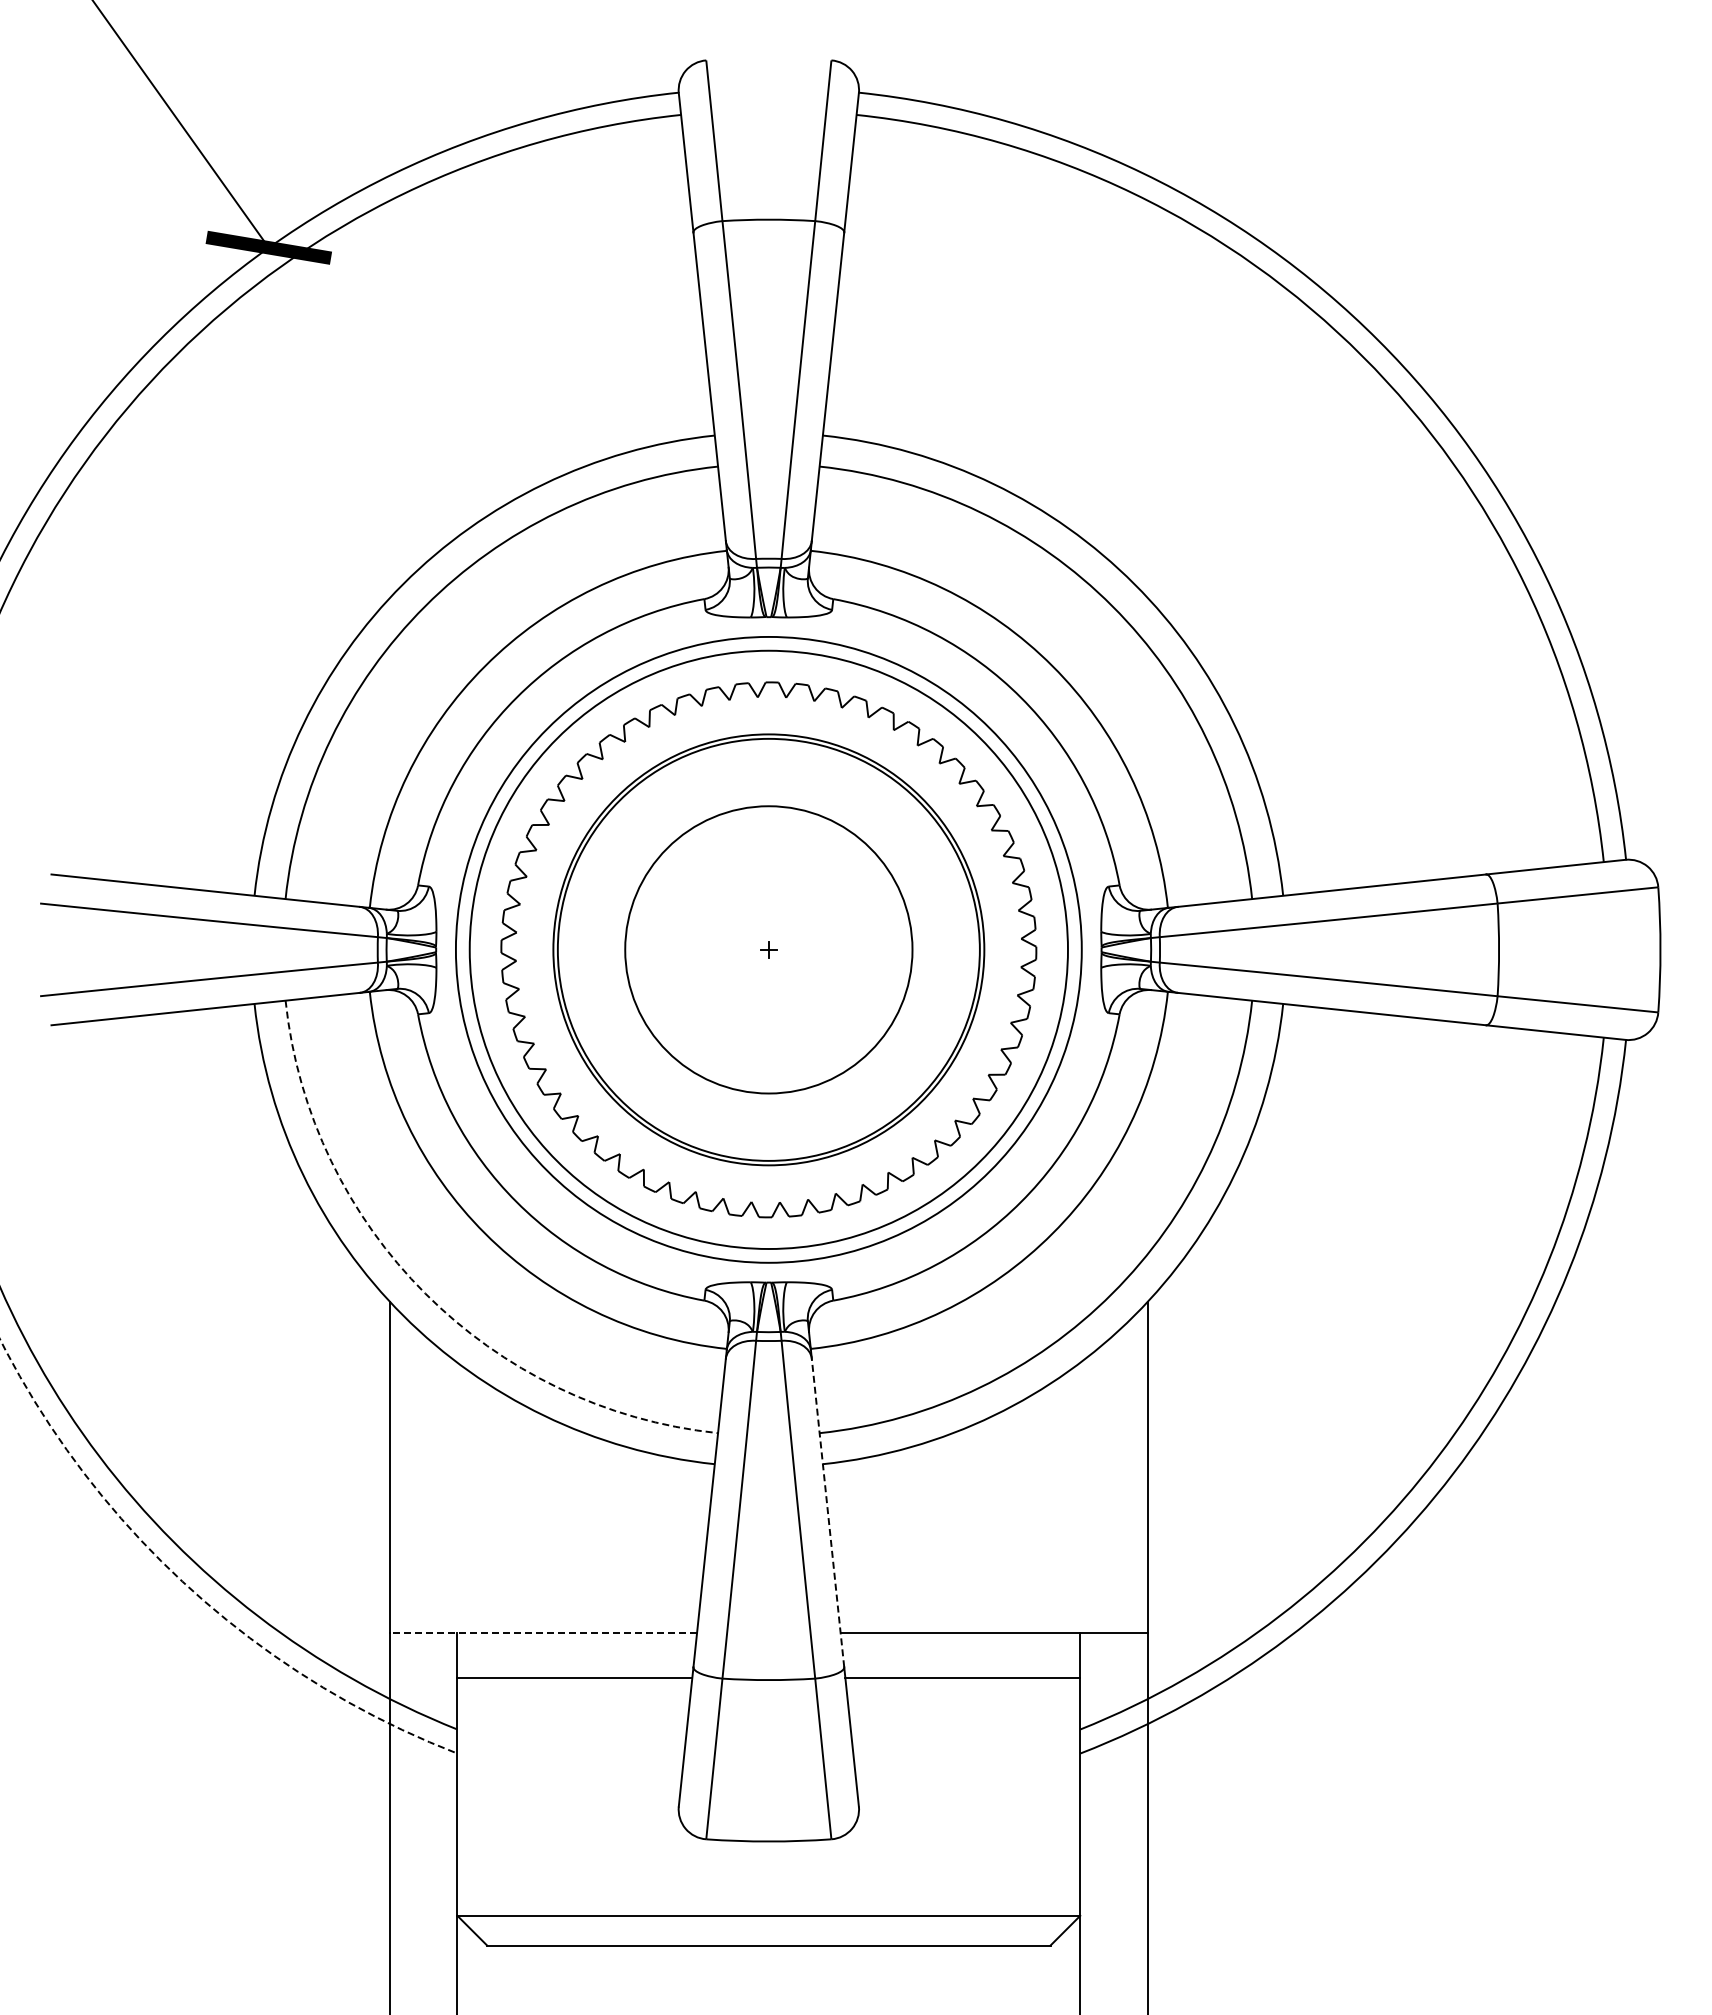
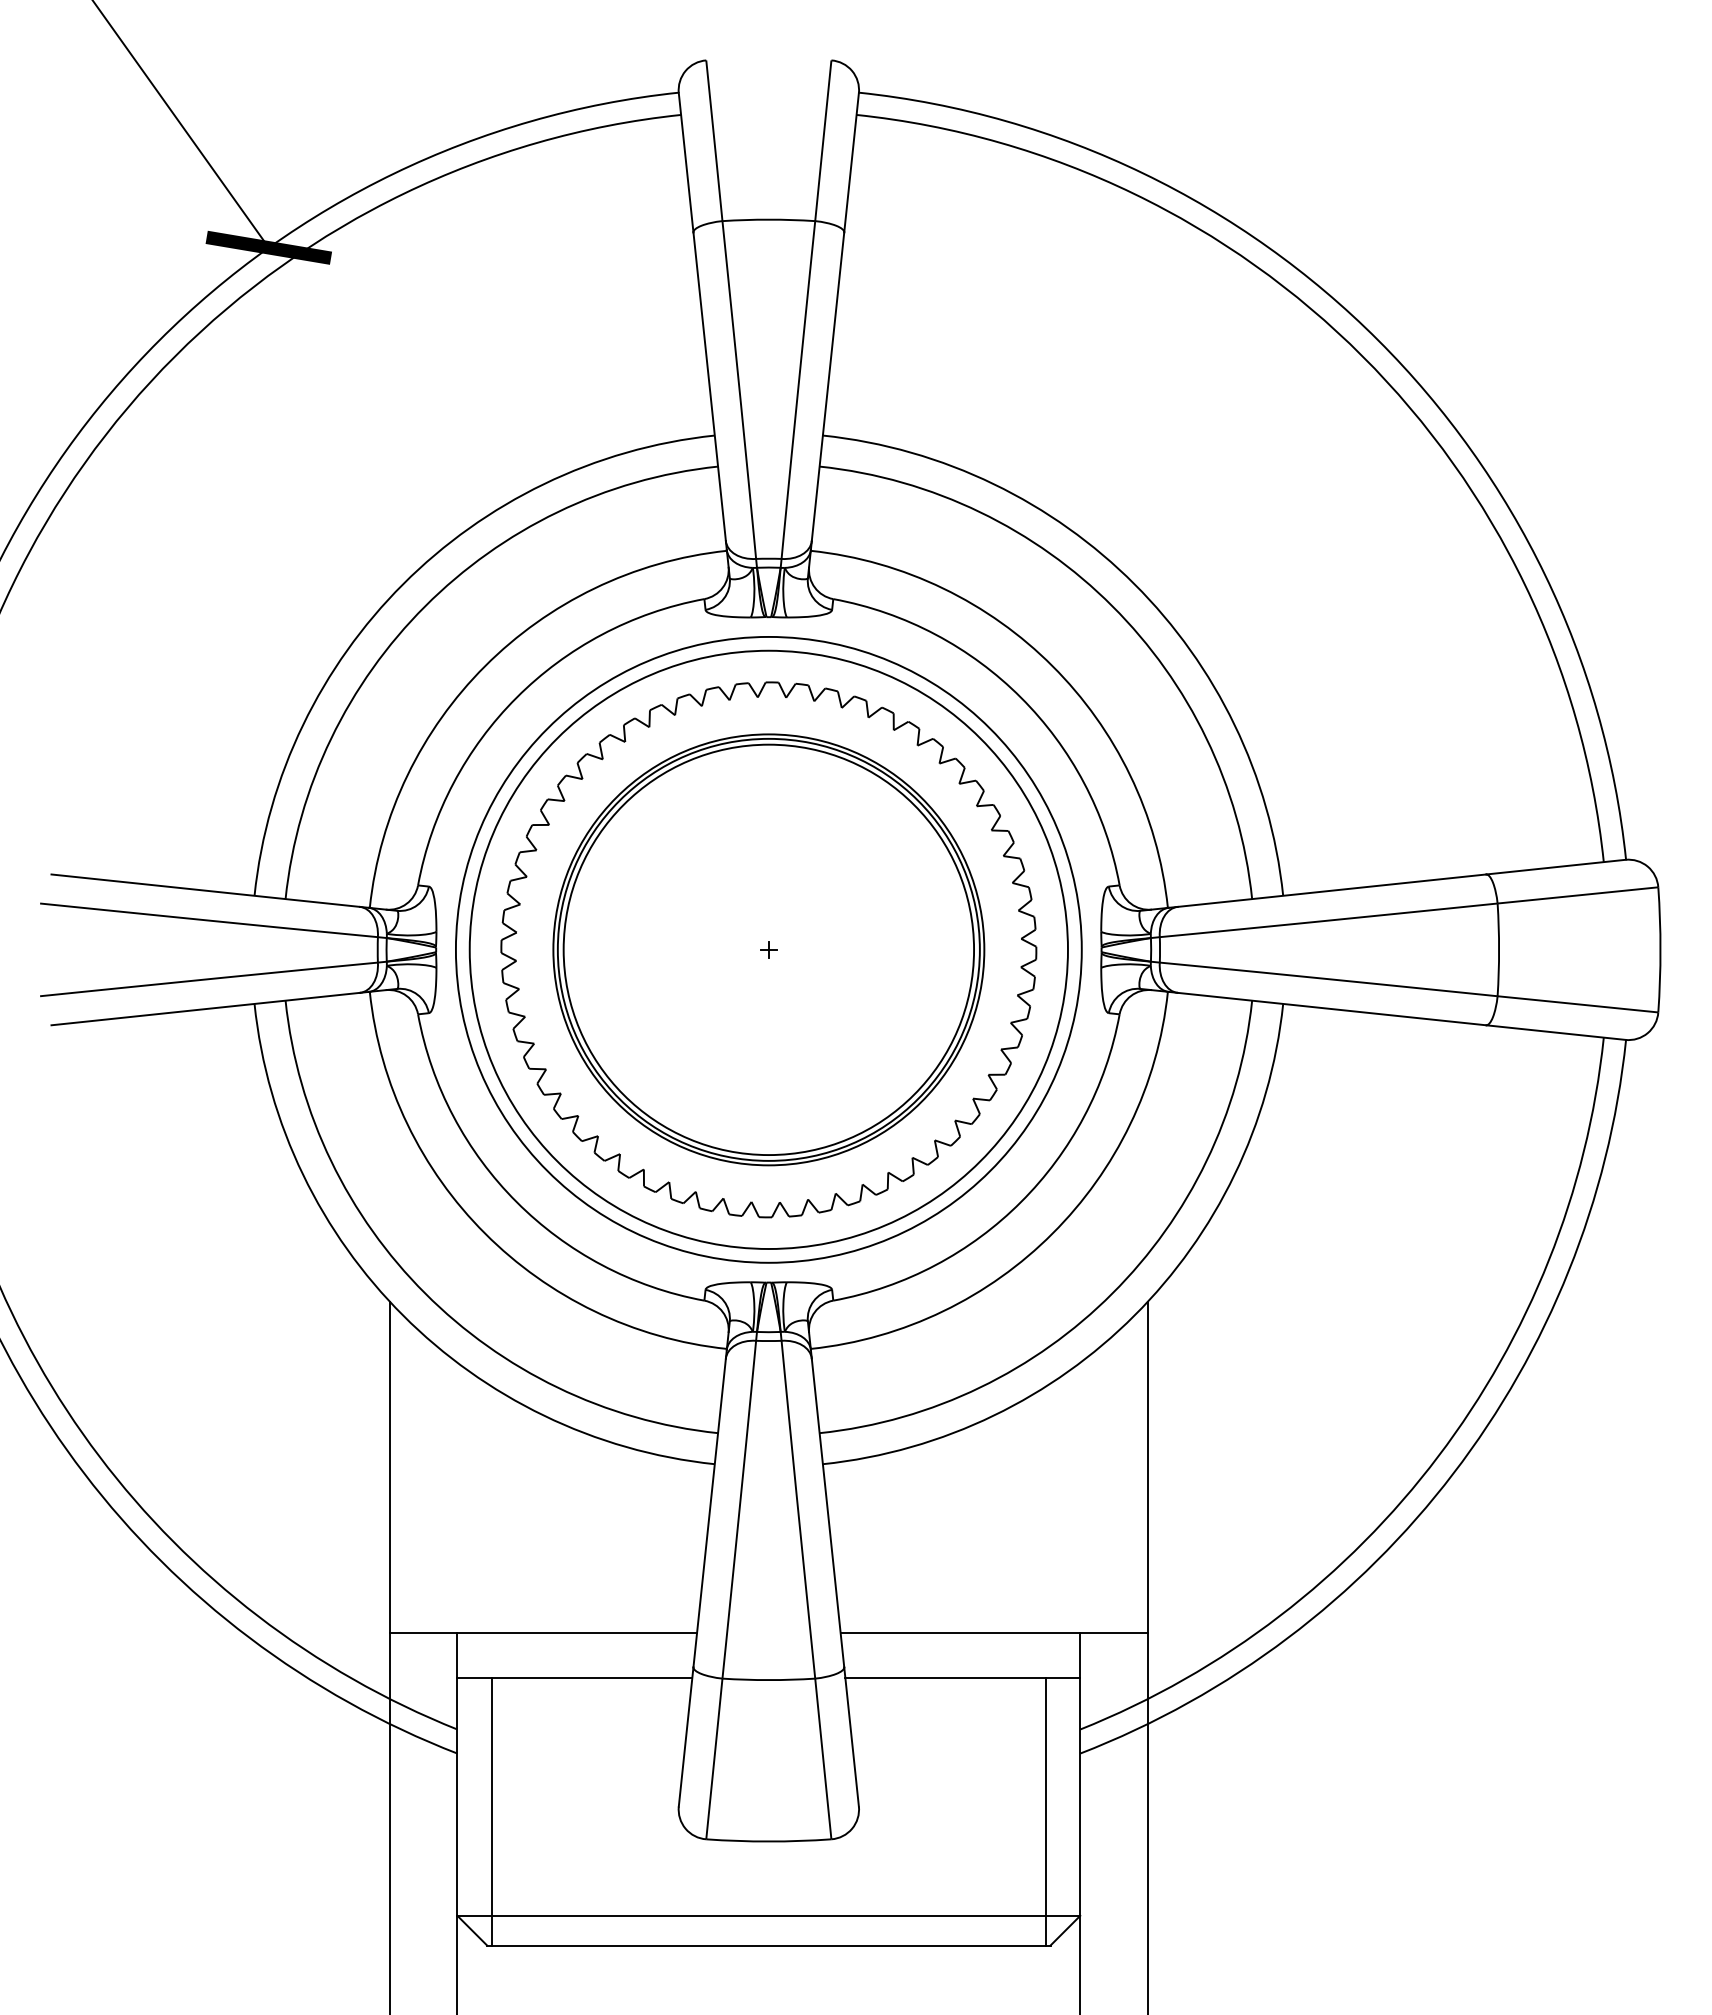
circle at (768, 949) diameter: 287 px -> 410 px
arc at (425, 1293): dashed -> solid
line at (827, 1512): dashed -> solid
arc at (188, 1587): dashed -> solid
line at (543, 1633): dashed -> solid
line at (491, 1811): none -> present
line at (1045, 1811): none -> present
